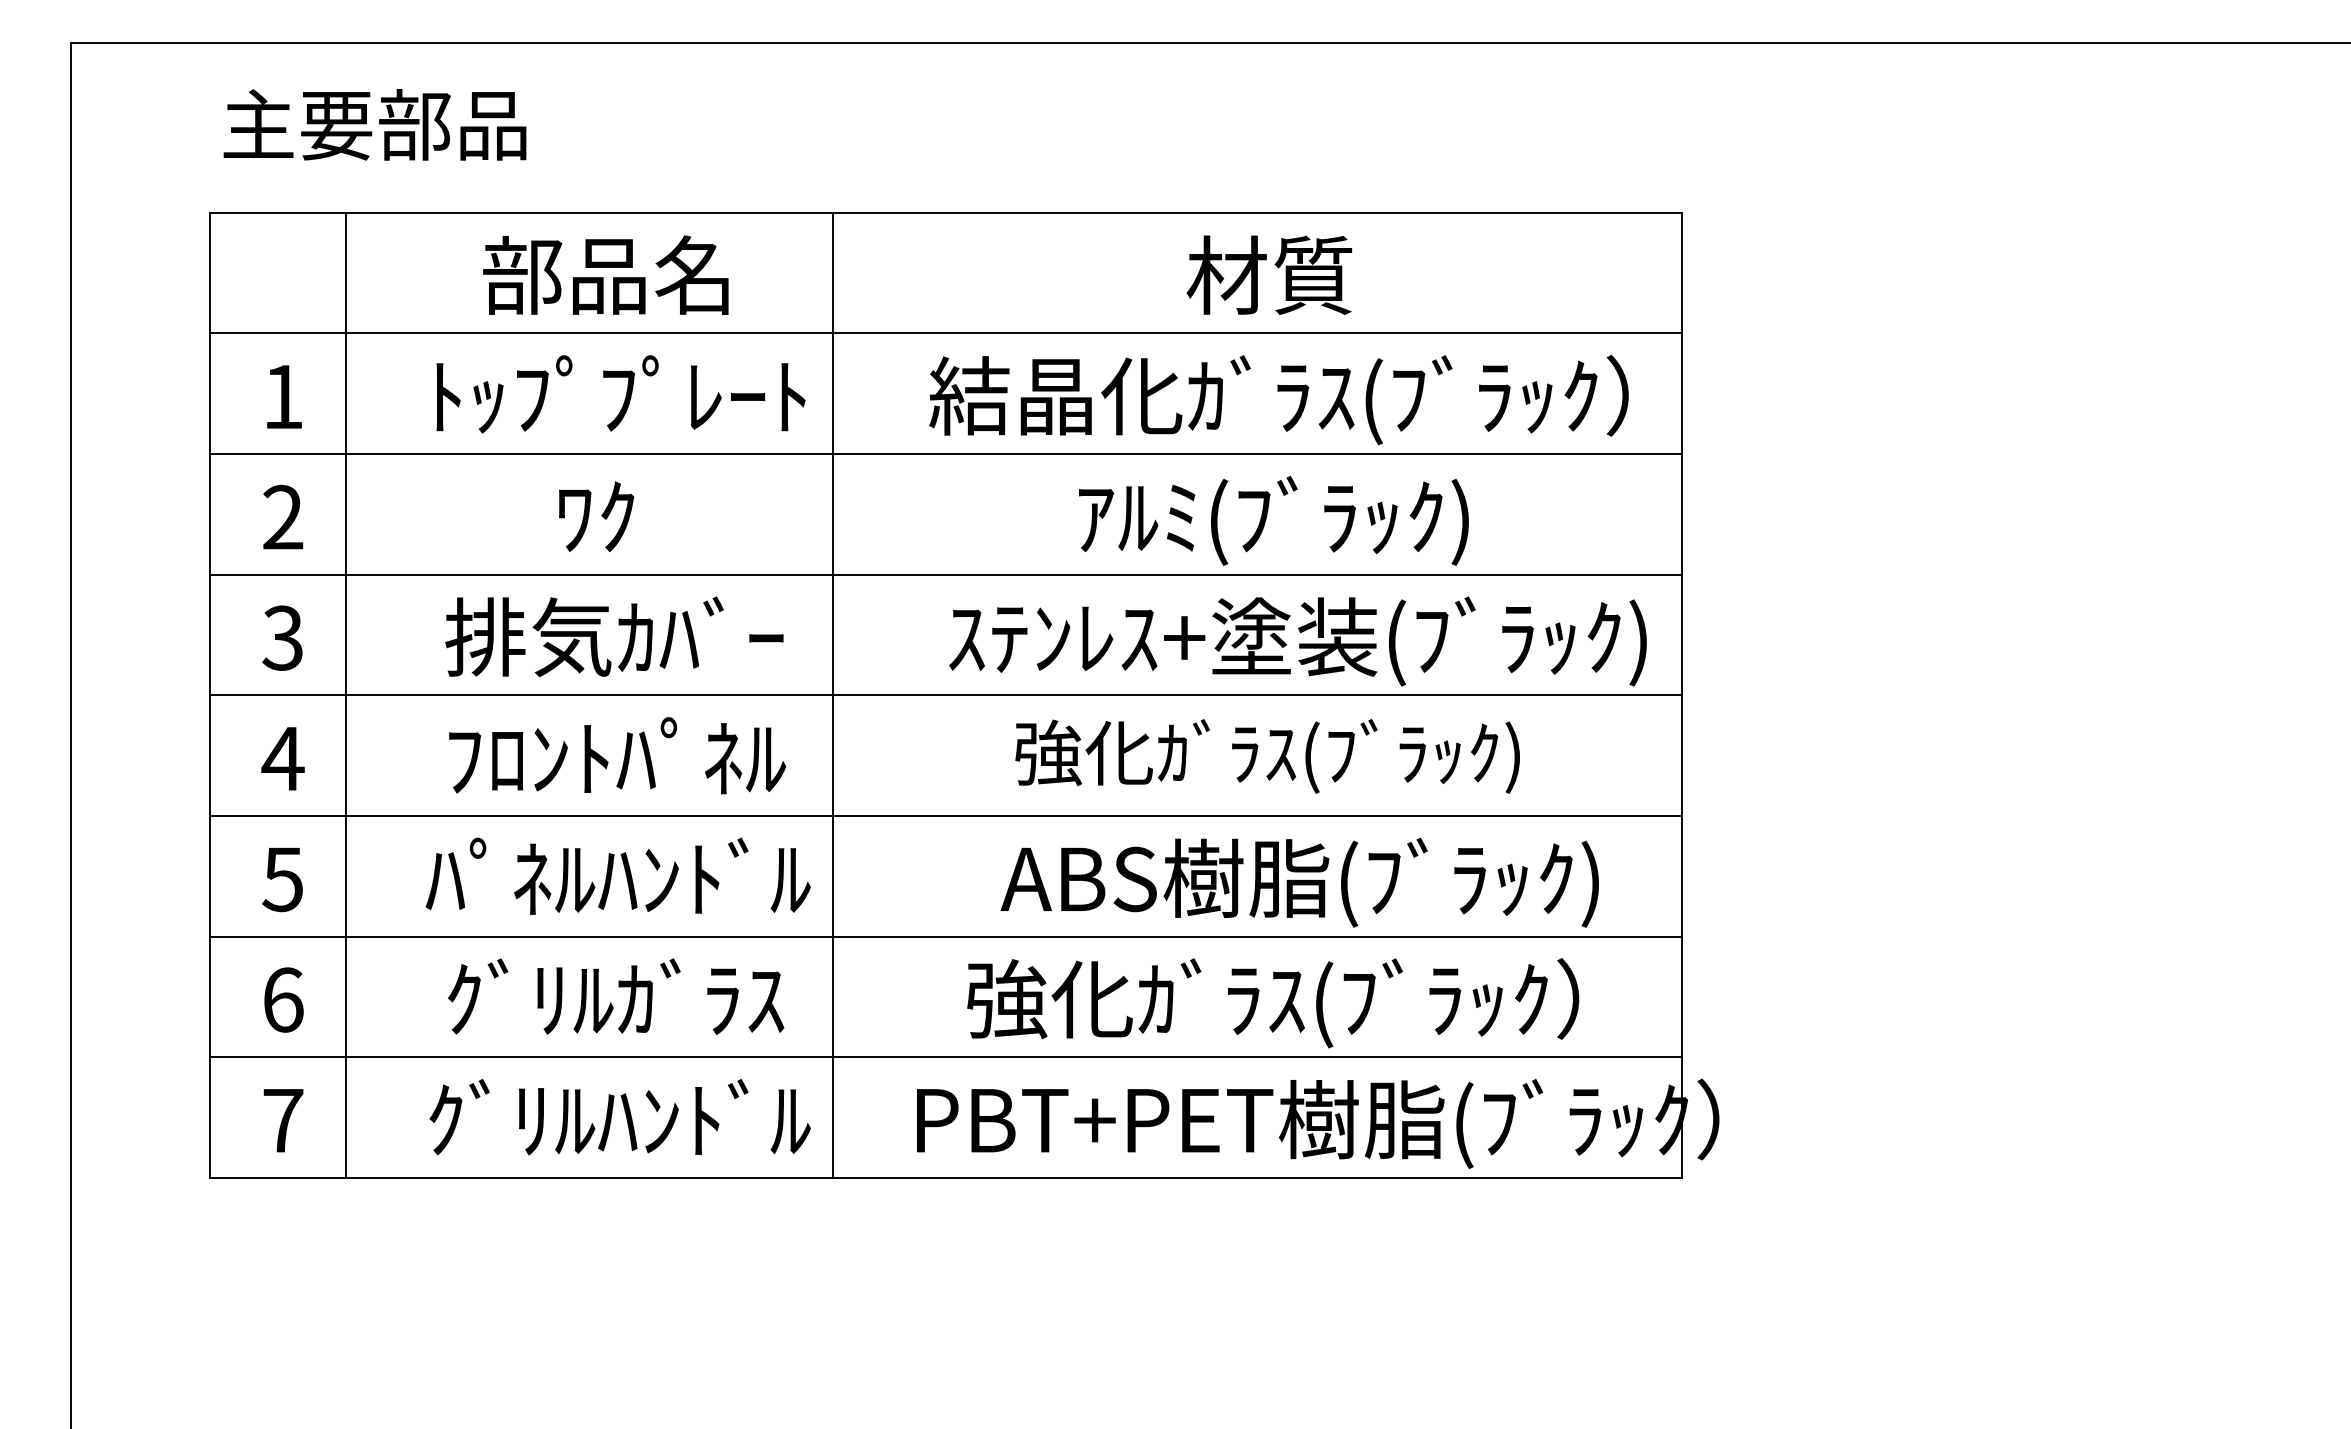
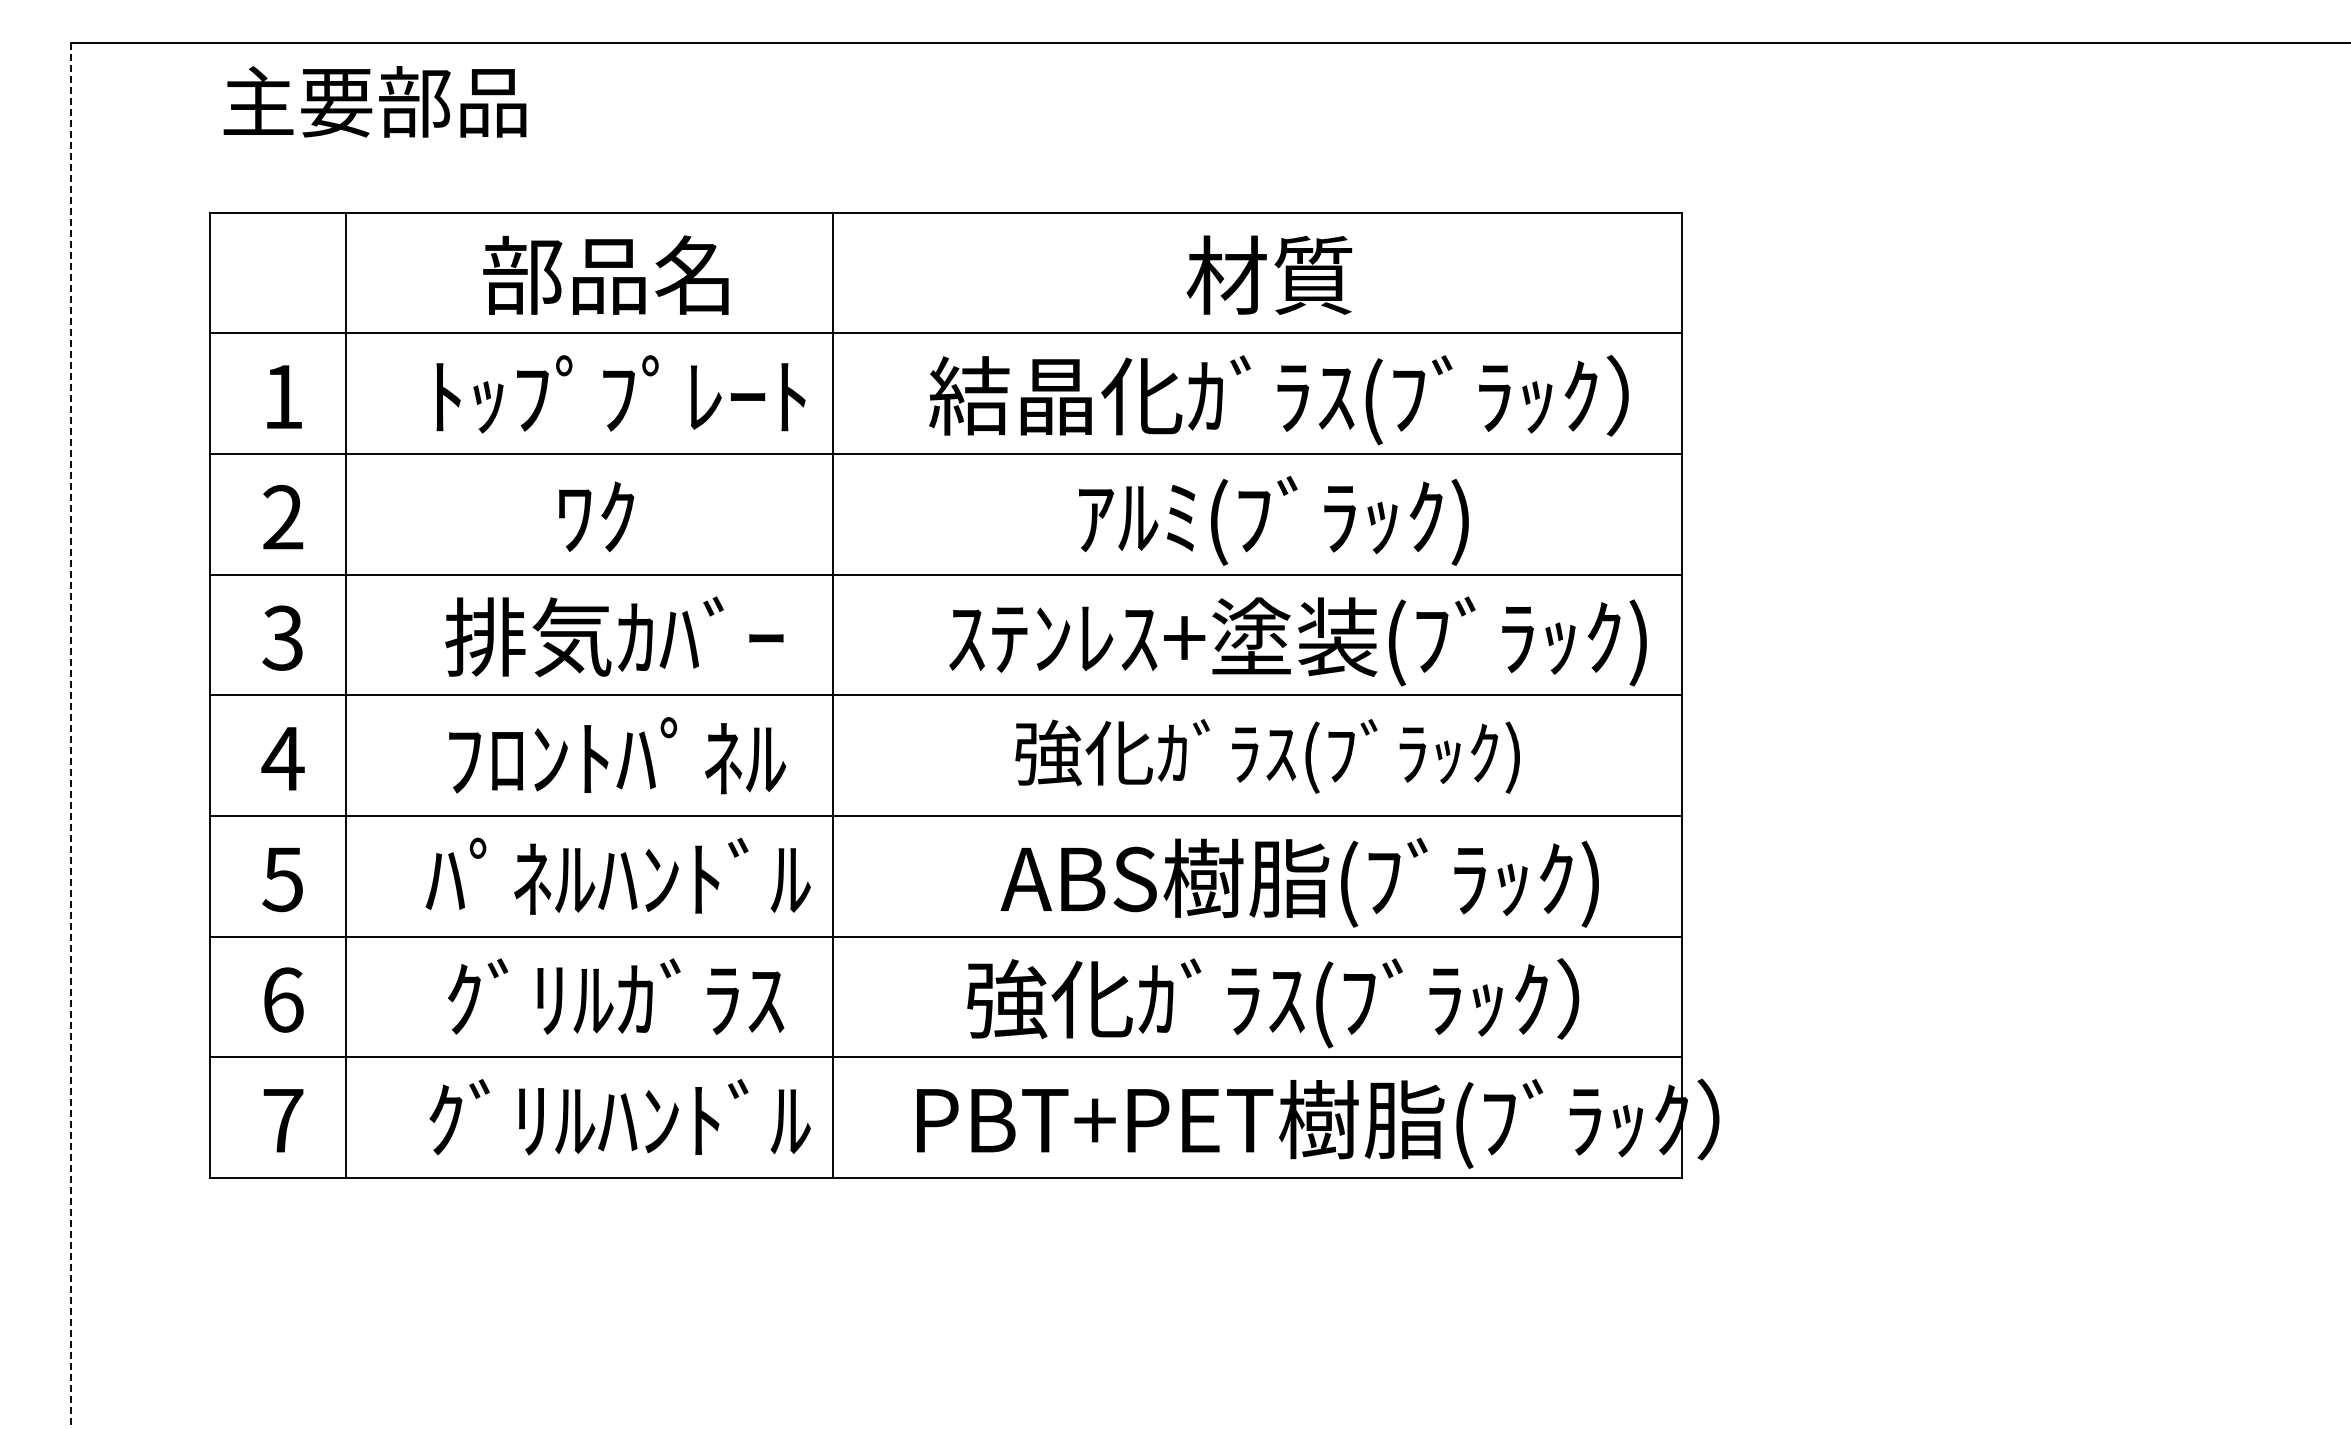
text at (374, 124) position: (374, 124) -> (374, 101)
line at (70, 735): solid -> dashed
